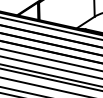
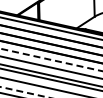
line at (51, 59): solid -> dashed
line at (24, 92): solid -> dashed
